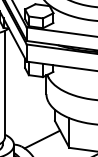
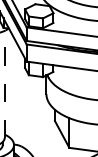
line at (4, 83): solid -> dashed
line at (42, 139): present -> none
